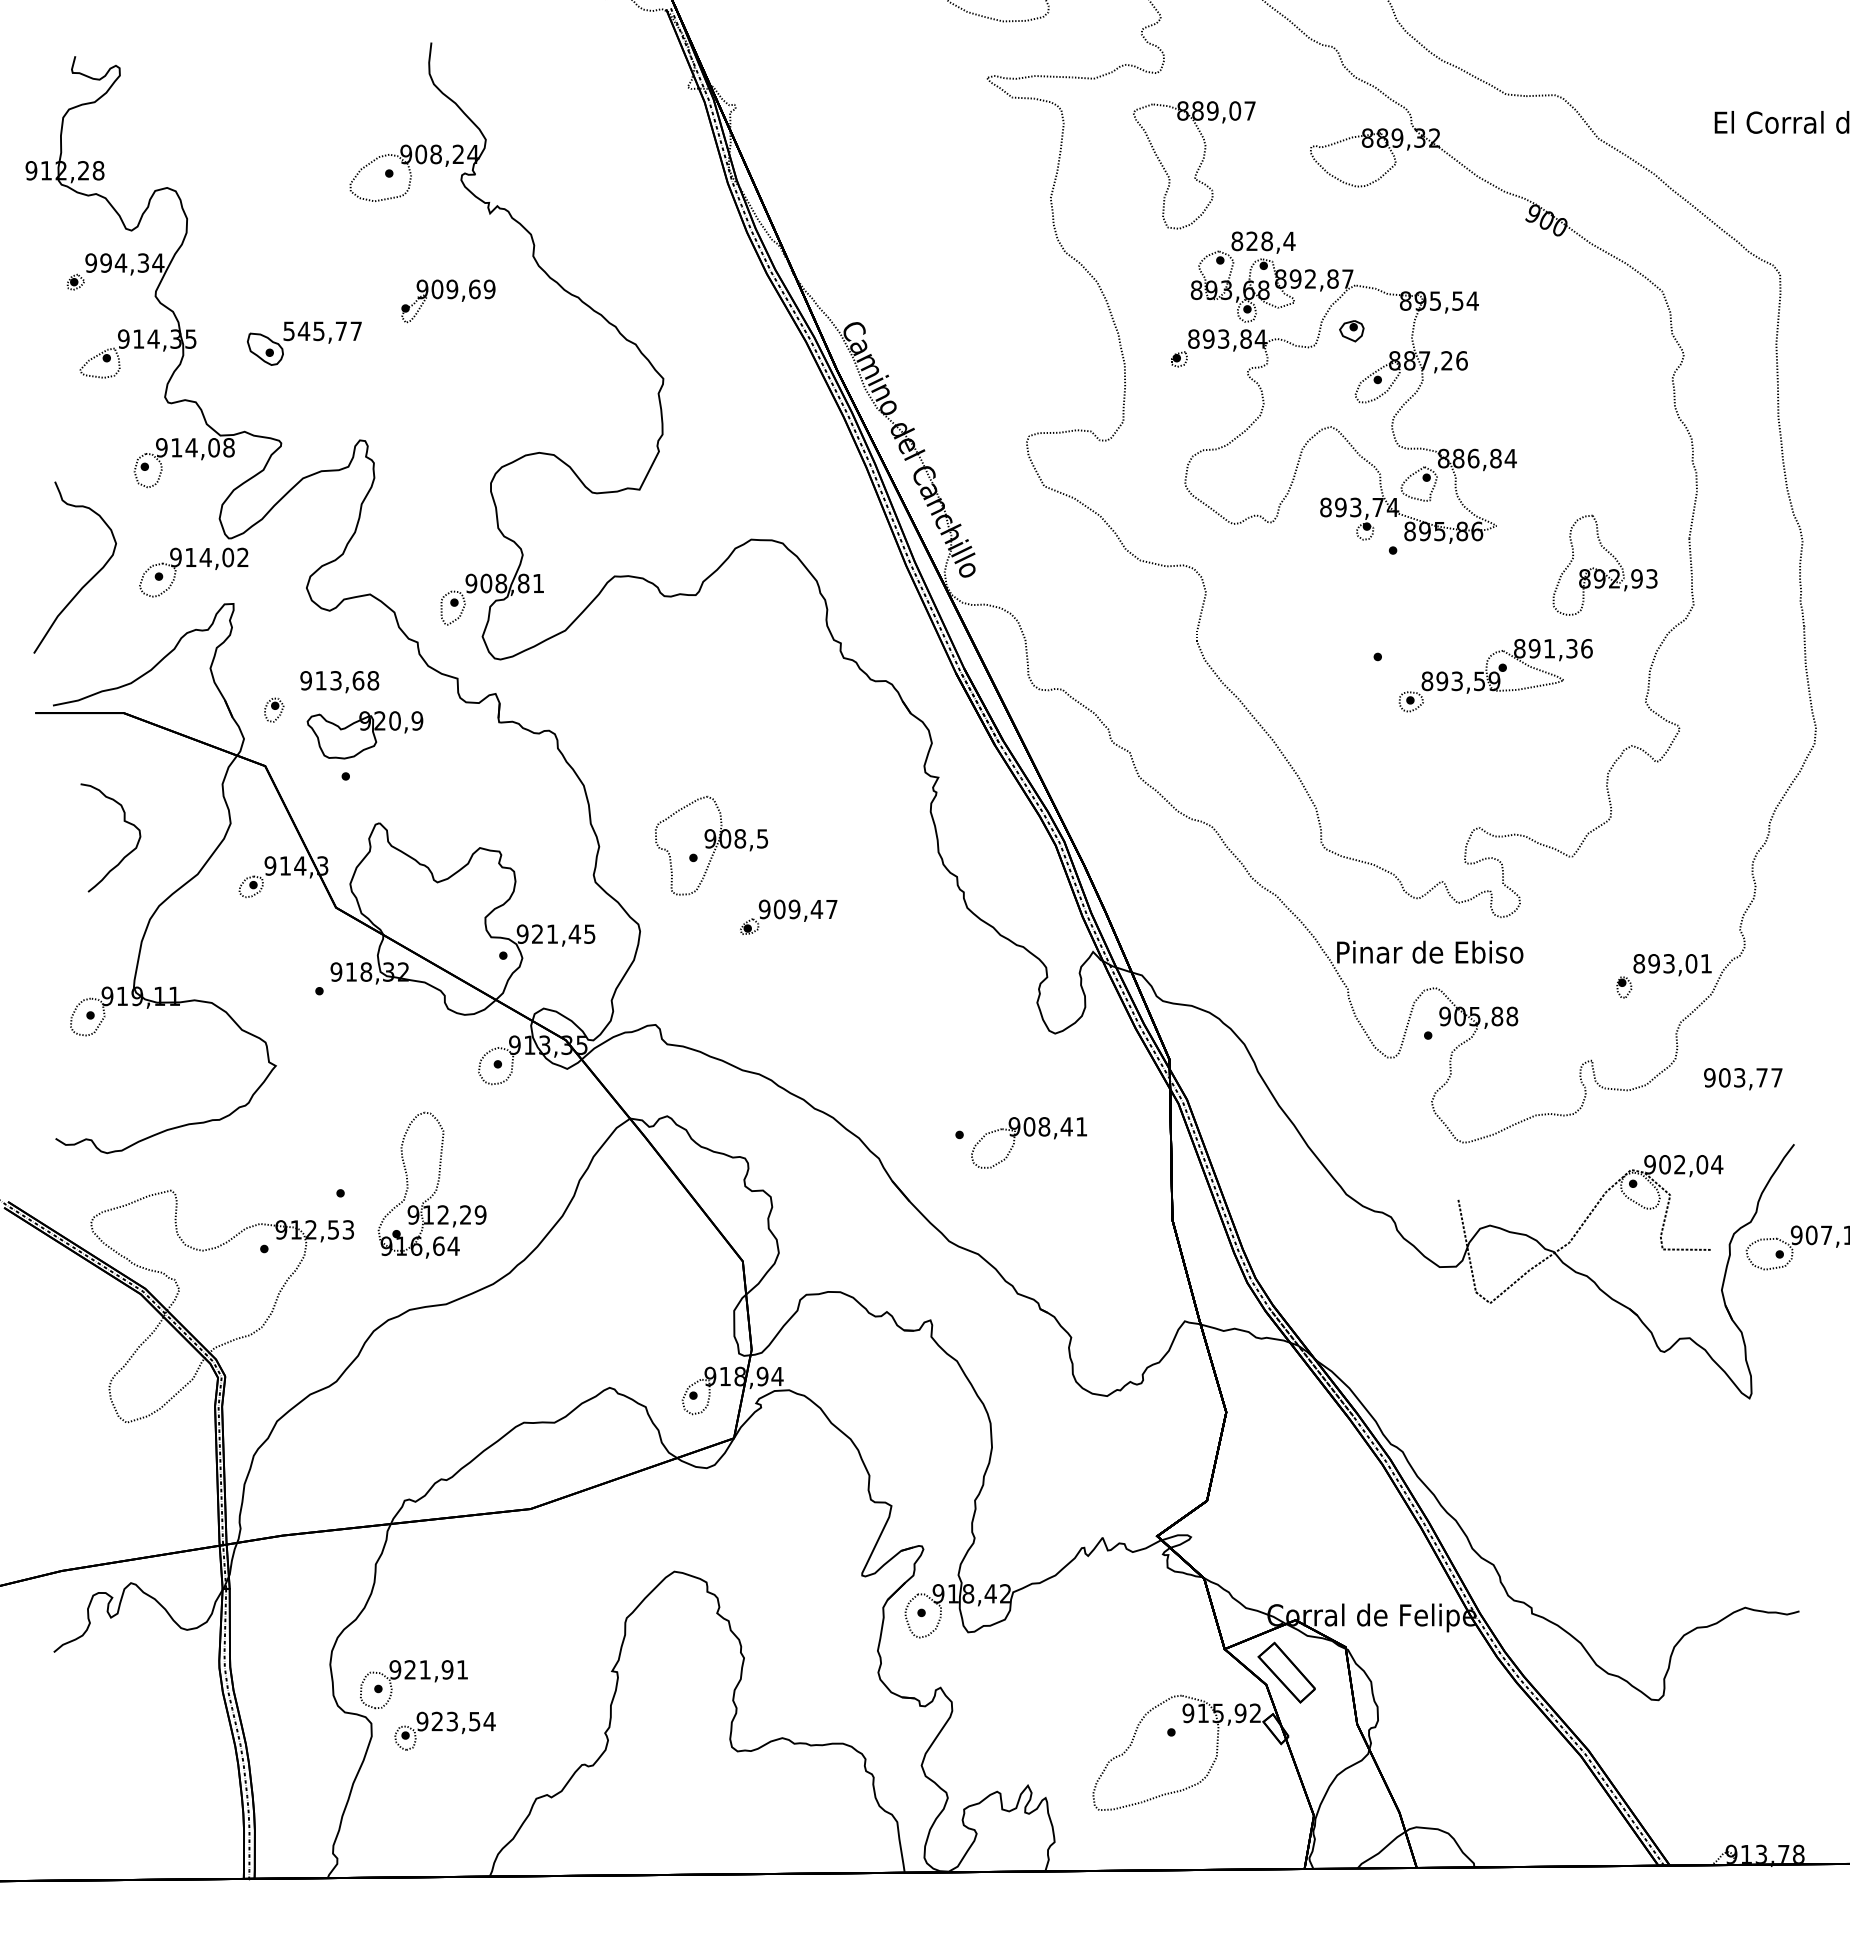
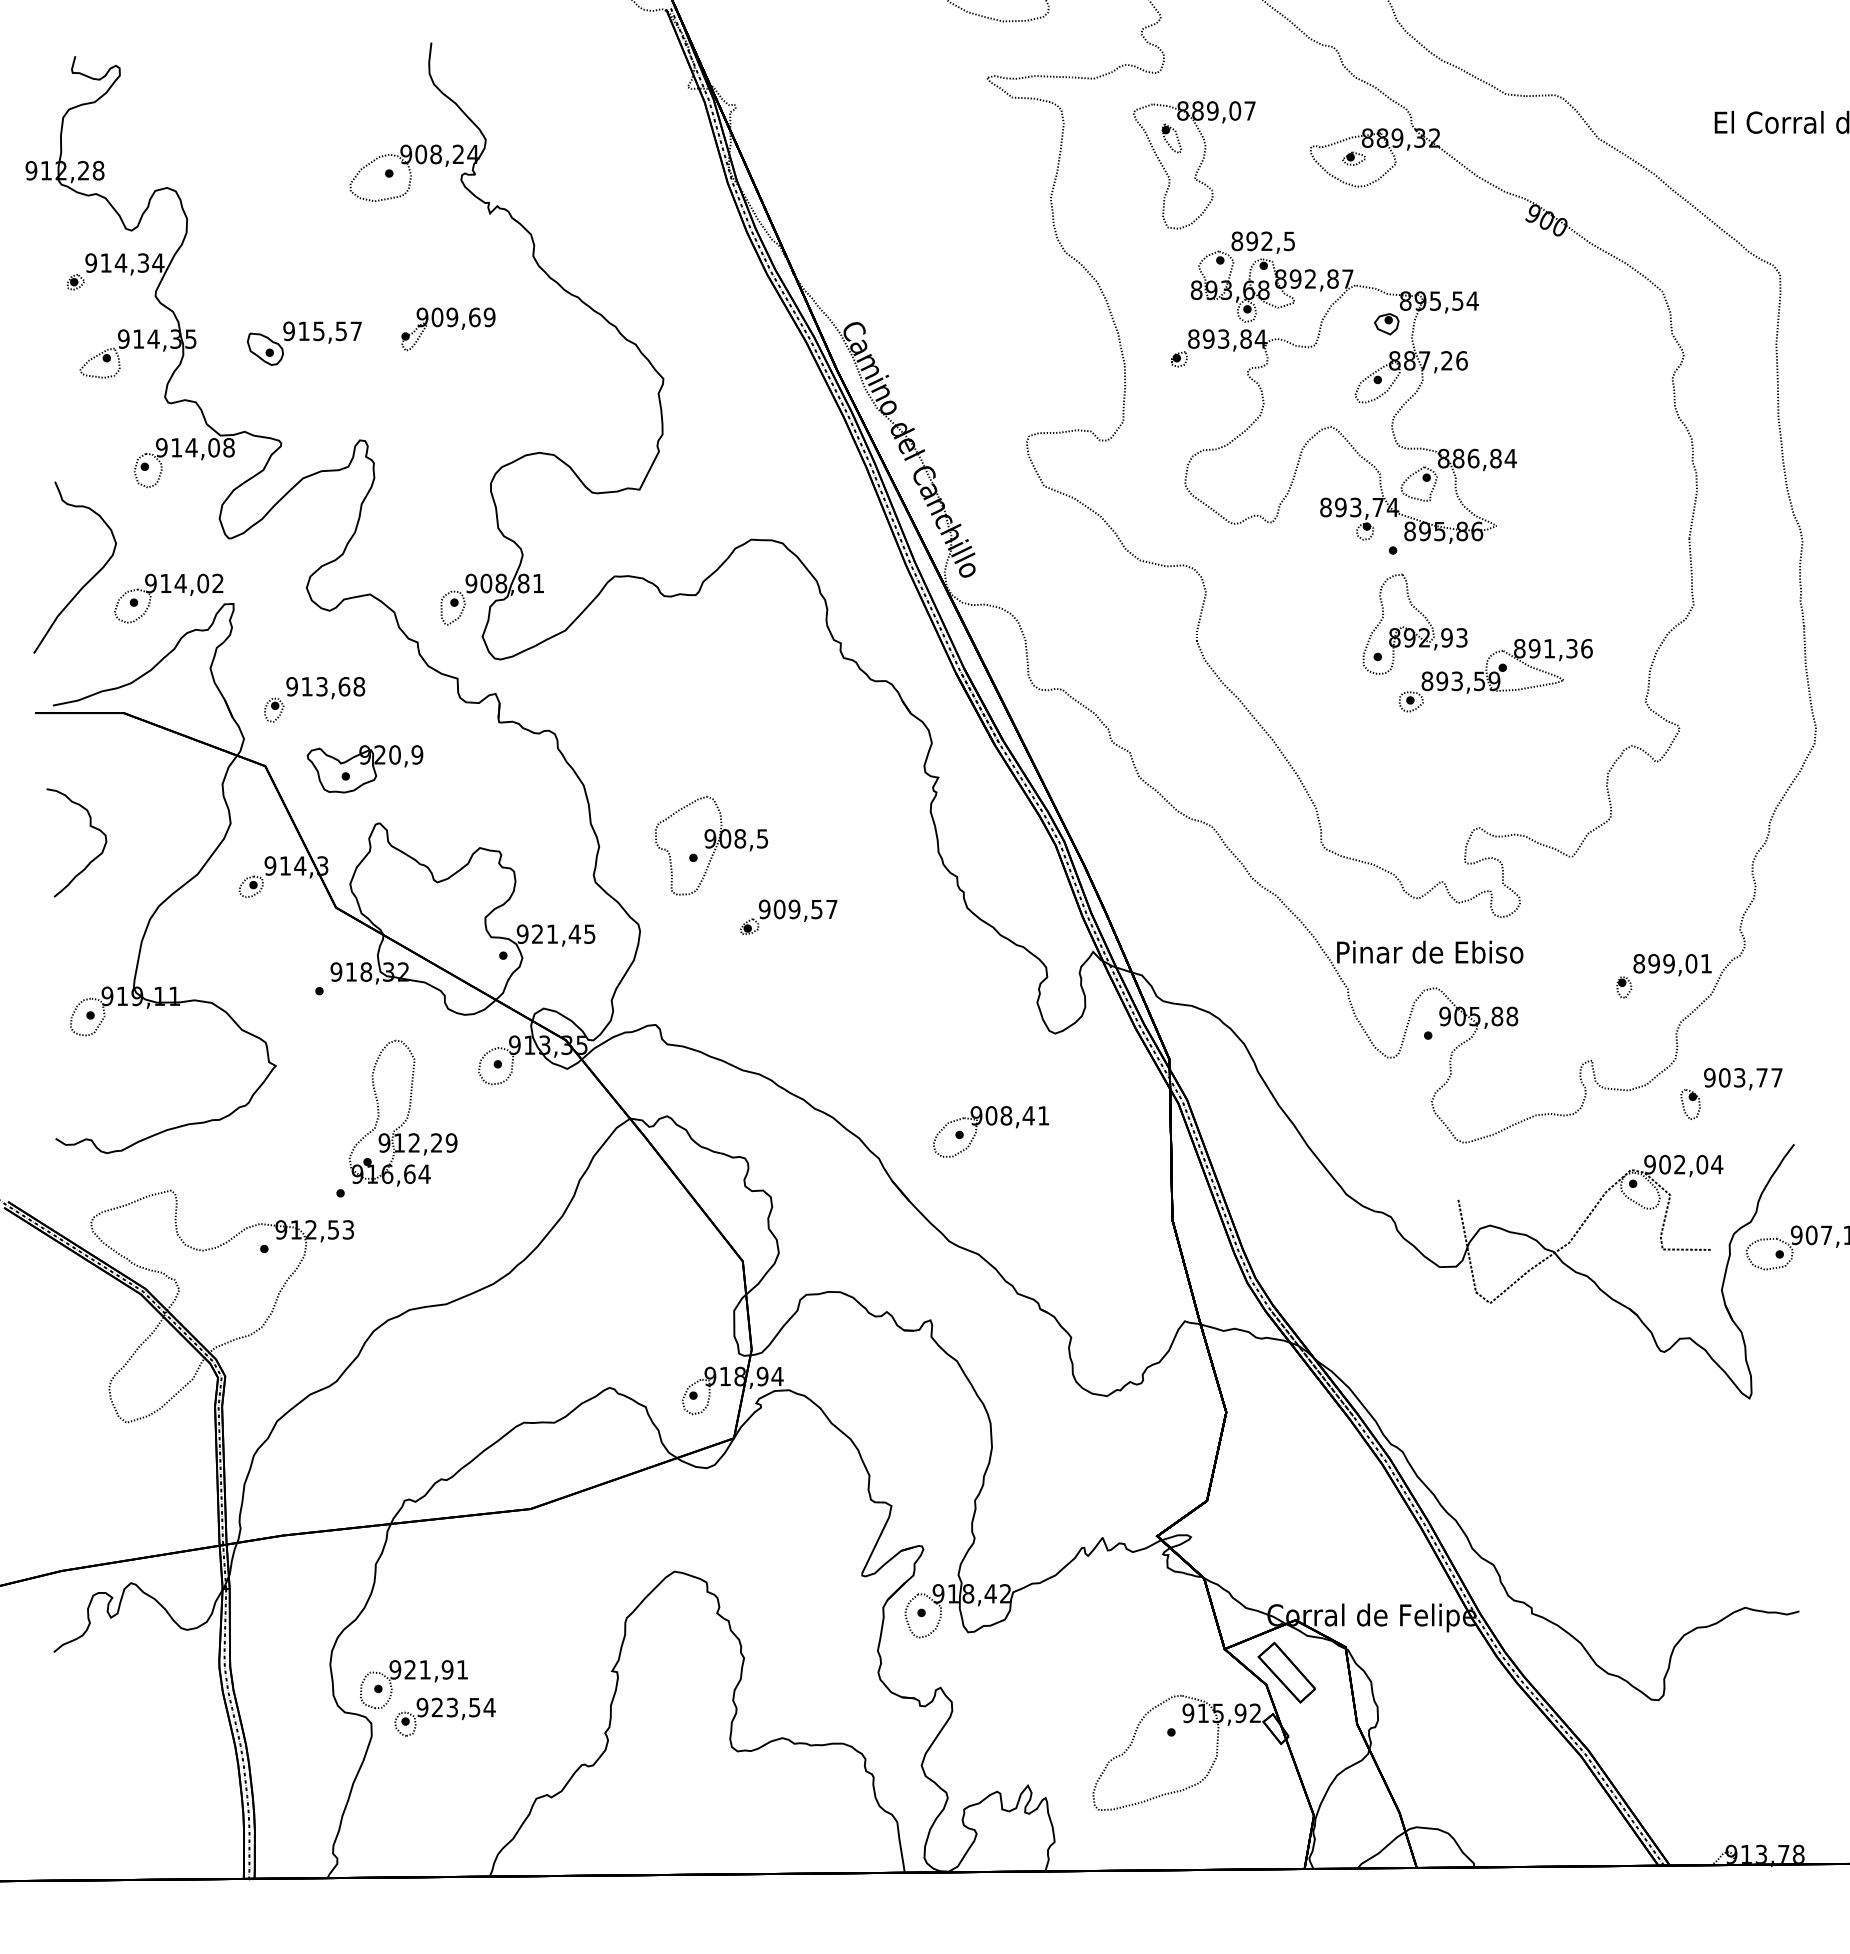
part at (1171, 138): none -> present
part at (1353, 158): none -> present
text at (1270, 241): 828,4 -> 892,5
text at (105, 262): 994,34 -> 914,34
part at (448, 301) position: (448, 301) -> (448, 329)
text at (314, 331): 545,77 -> 915,57
part at (1351, 331) position: (1351, 331) -> (1386, 324)
part at (1604, 564) position: (1604, 564) -> (1414, 623)
part at (193, 572) position: (193, 572) -> (168, 598)
text at (339, 682) position: (339, 682) -> (325, 688)
part at (364, 735) position: (364, 735) -> (364, 769)
curve at (123, 821) position: (123, 821) -> (89, 826)
text at (816, 909): 909,47 -> 909,57
text at (1668, 963): 893,01 -> 899,01
part at (1690, 1104): none -> present
part at (1028, 1142) position: (1028, 1142) -> (990, 1131)
part at (431, 1184) position: (431, 1184) -> (402, 1112)
part at (444, 1730) position: (444, 1730) -> (444, 1716)
